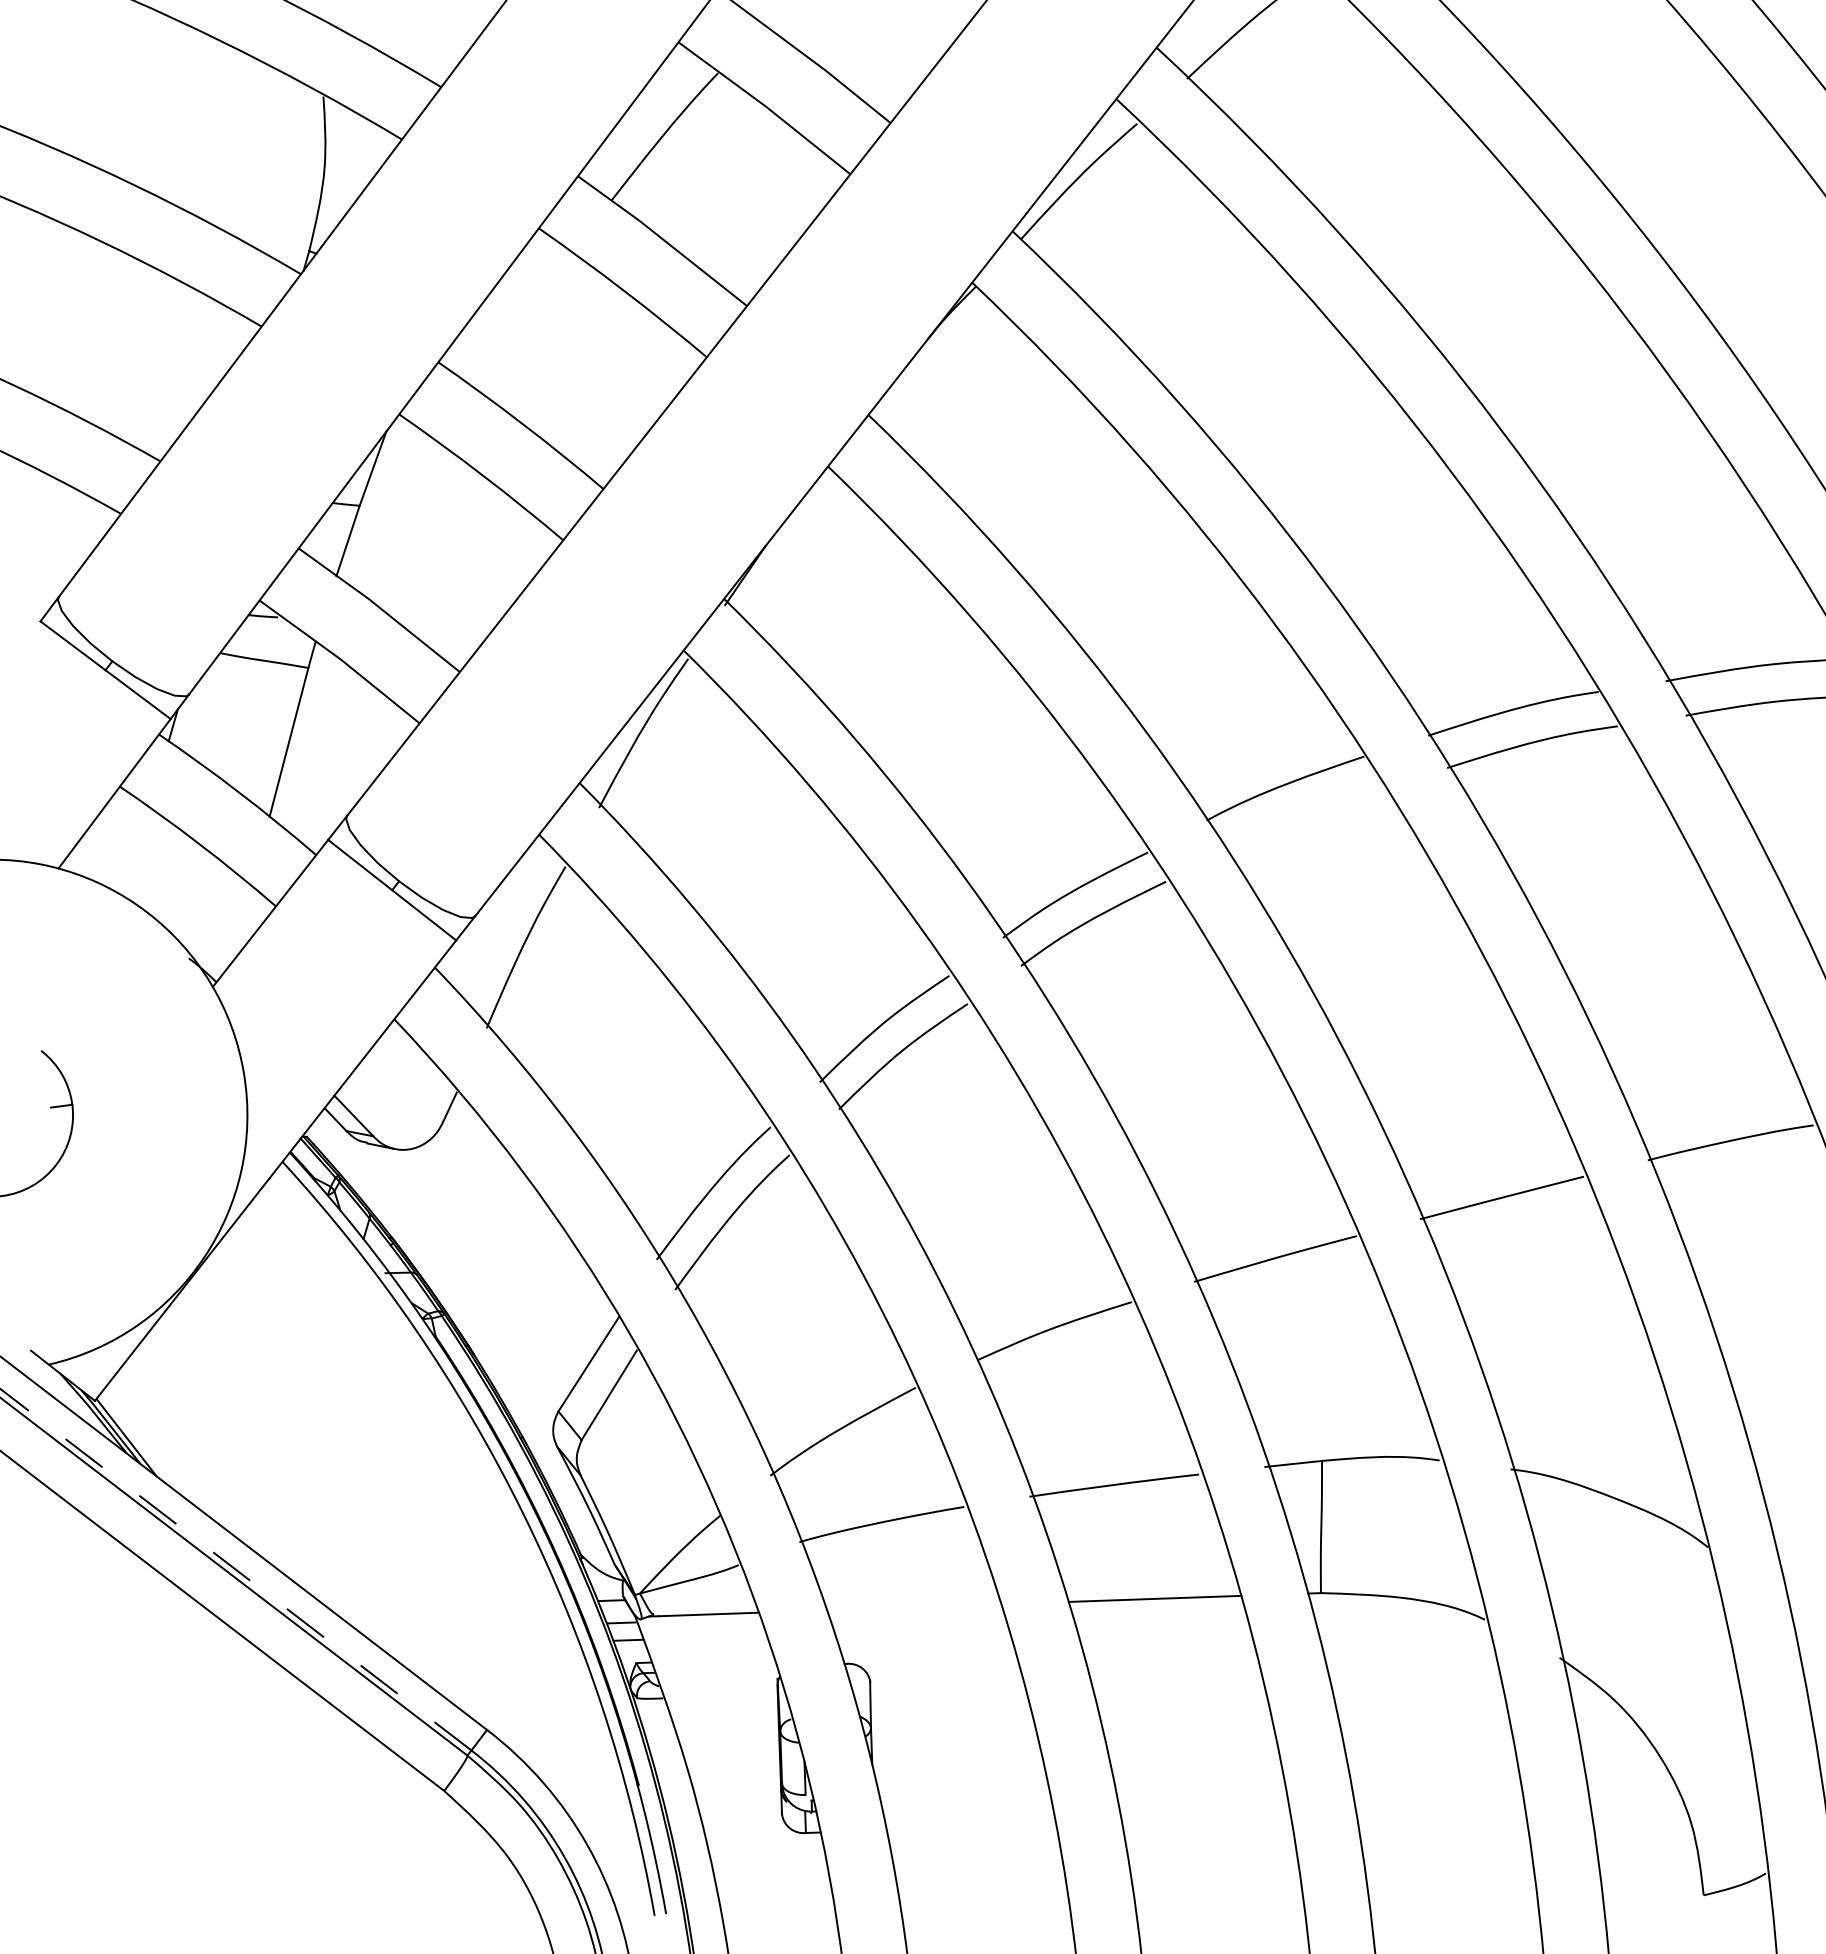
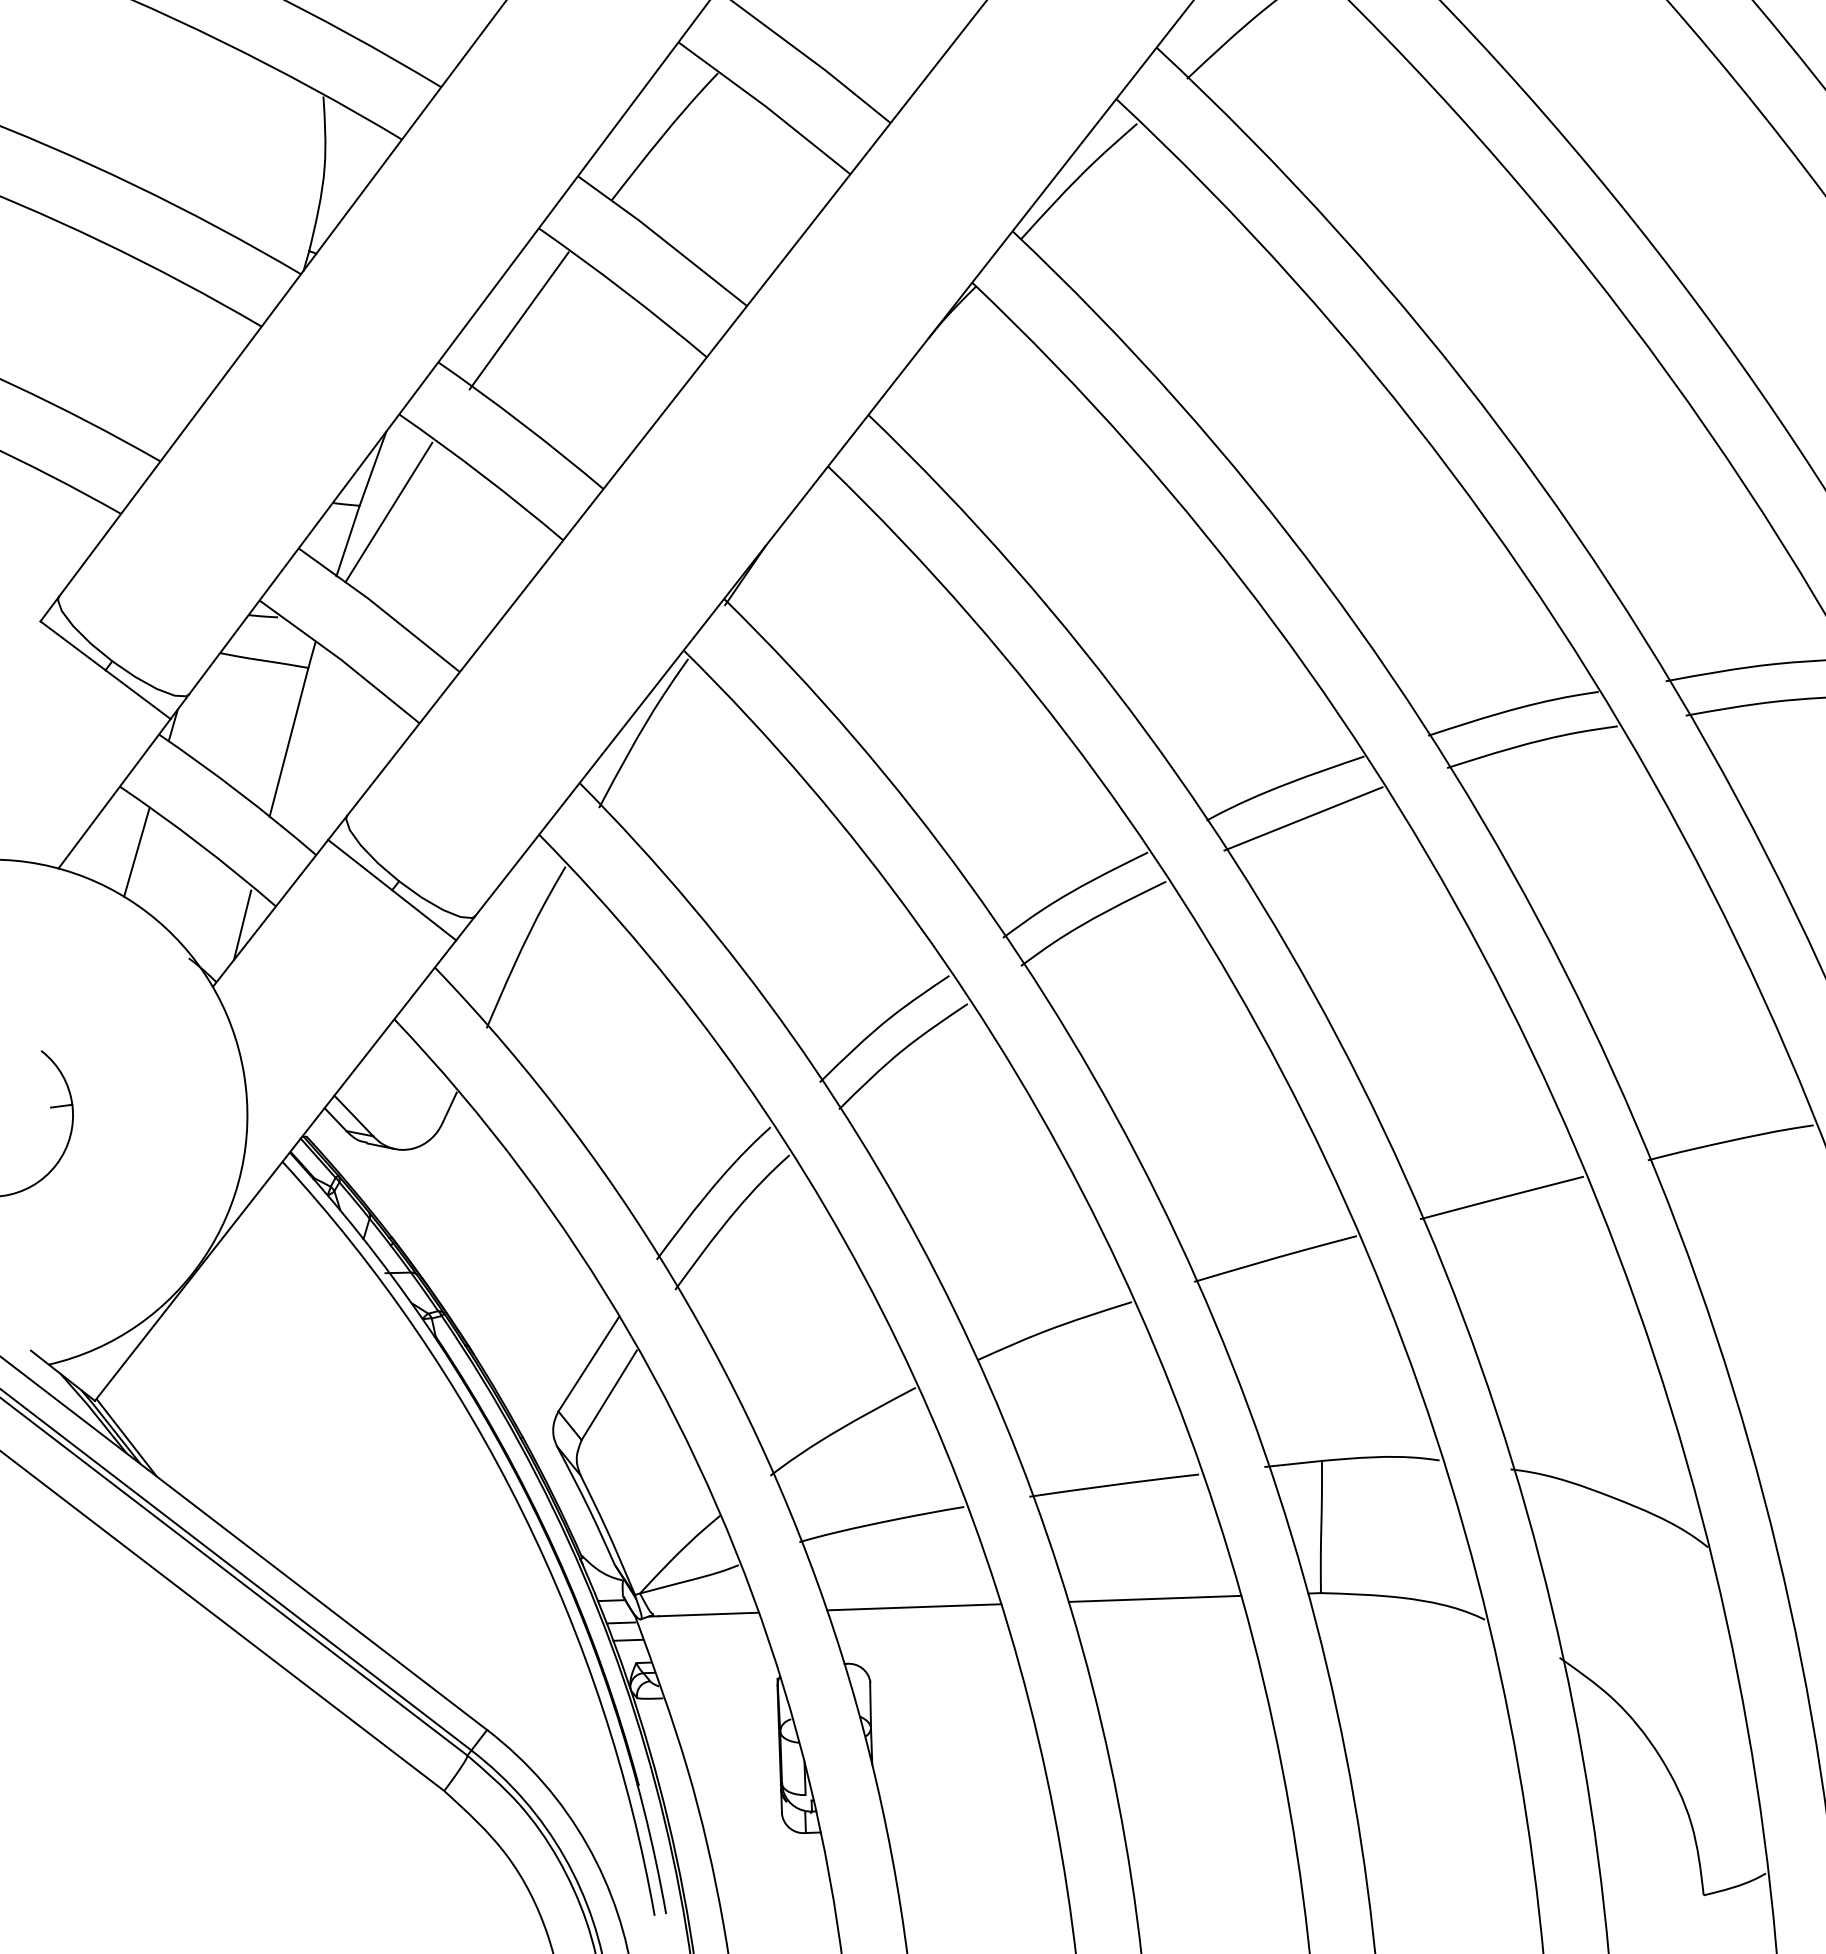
line at (518, 320): none -> present
line at (388, 512): none -> present
line at (1303, 818): none -> present
line at (136, 851): none -> present
line at (242, 925): none -> present
line at (235, 1569): dashed -> solid
line at (914, 1607): none -> present
